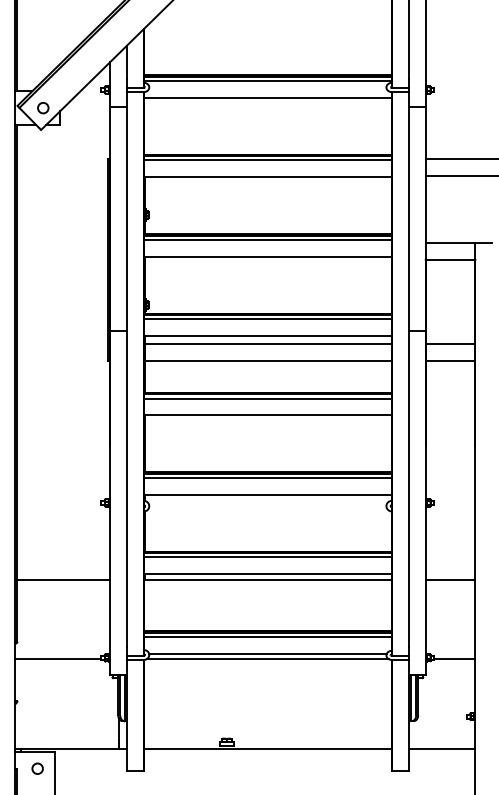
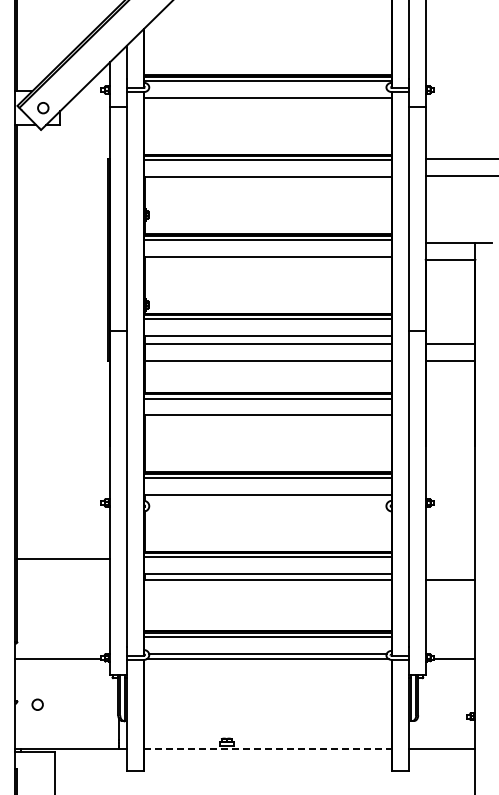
line at (63, 580) position: (63, 580) -> (63, 559)
line at (268, 749): solid -> dashed
circle at (37, 768) position: (37, 768) -> (37, 704)
